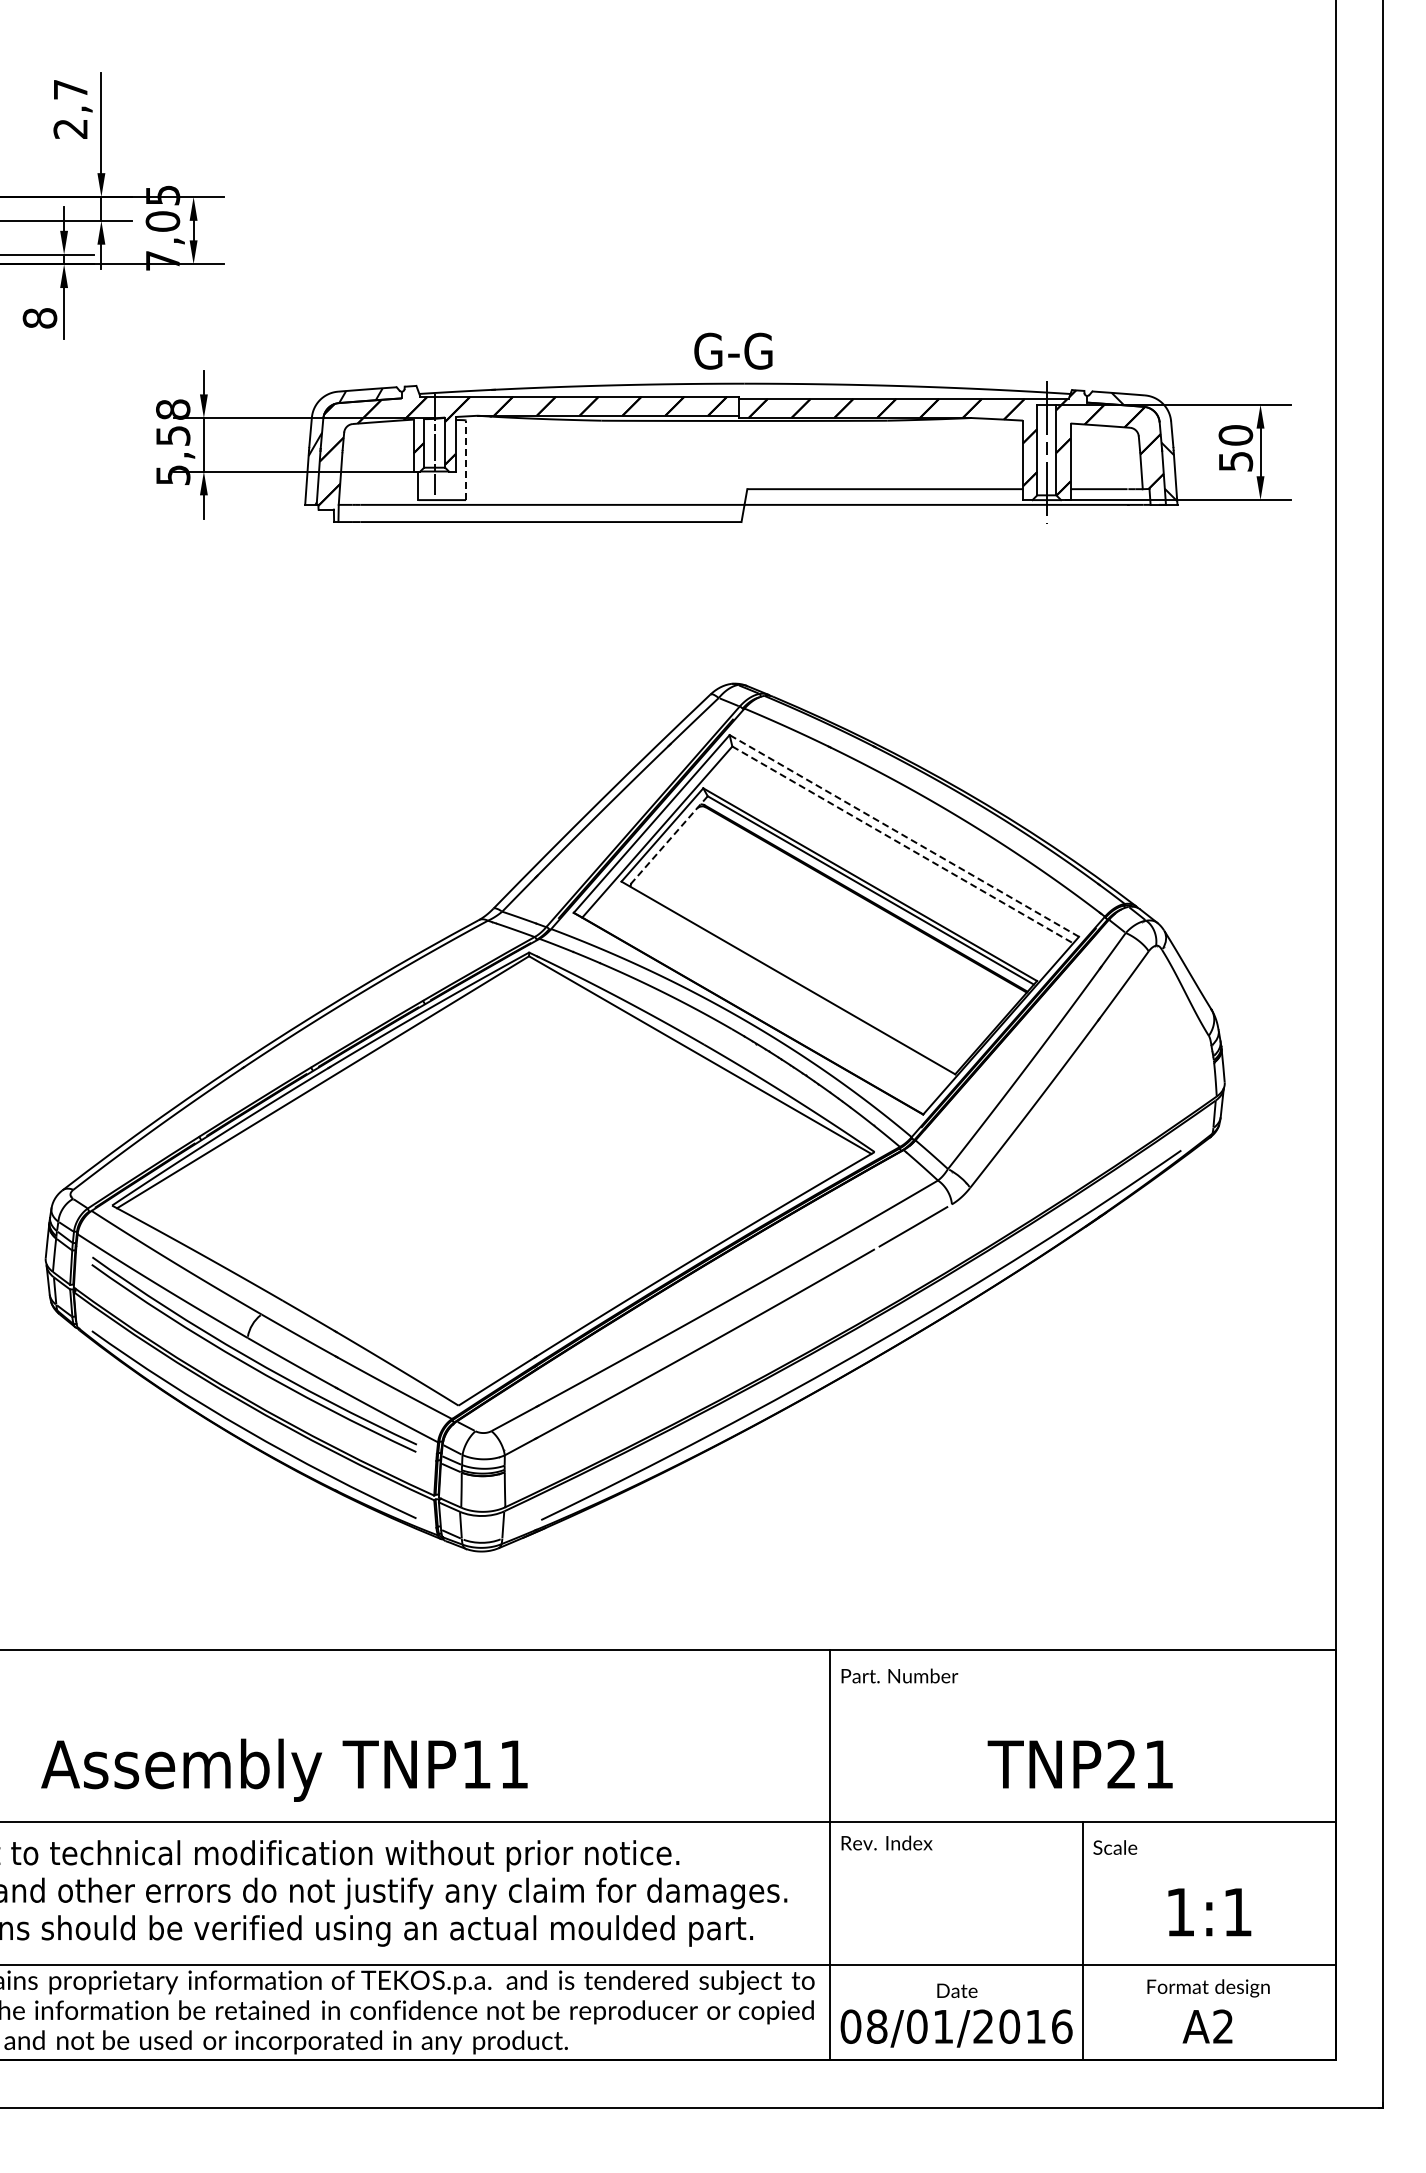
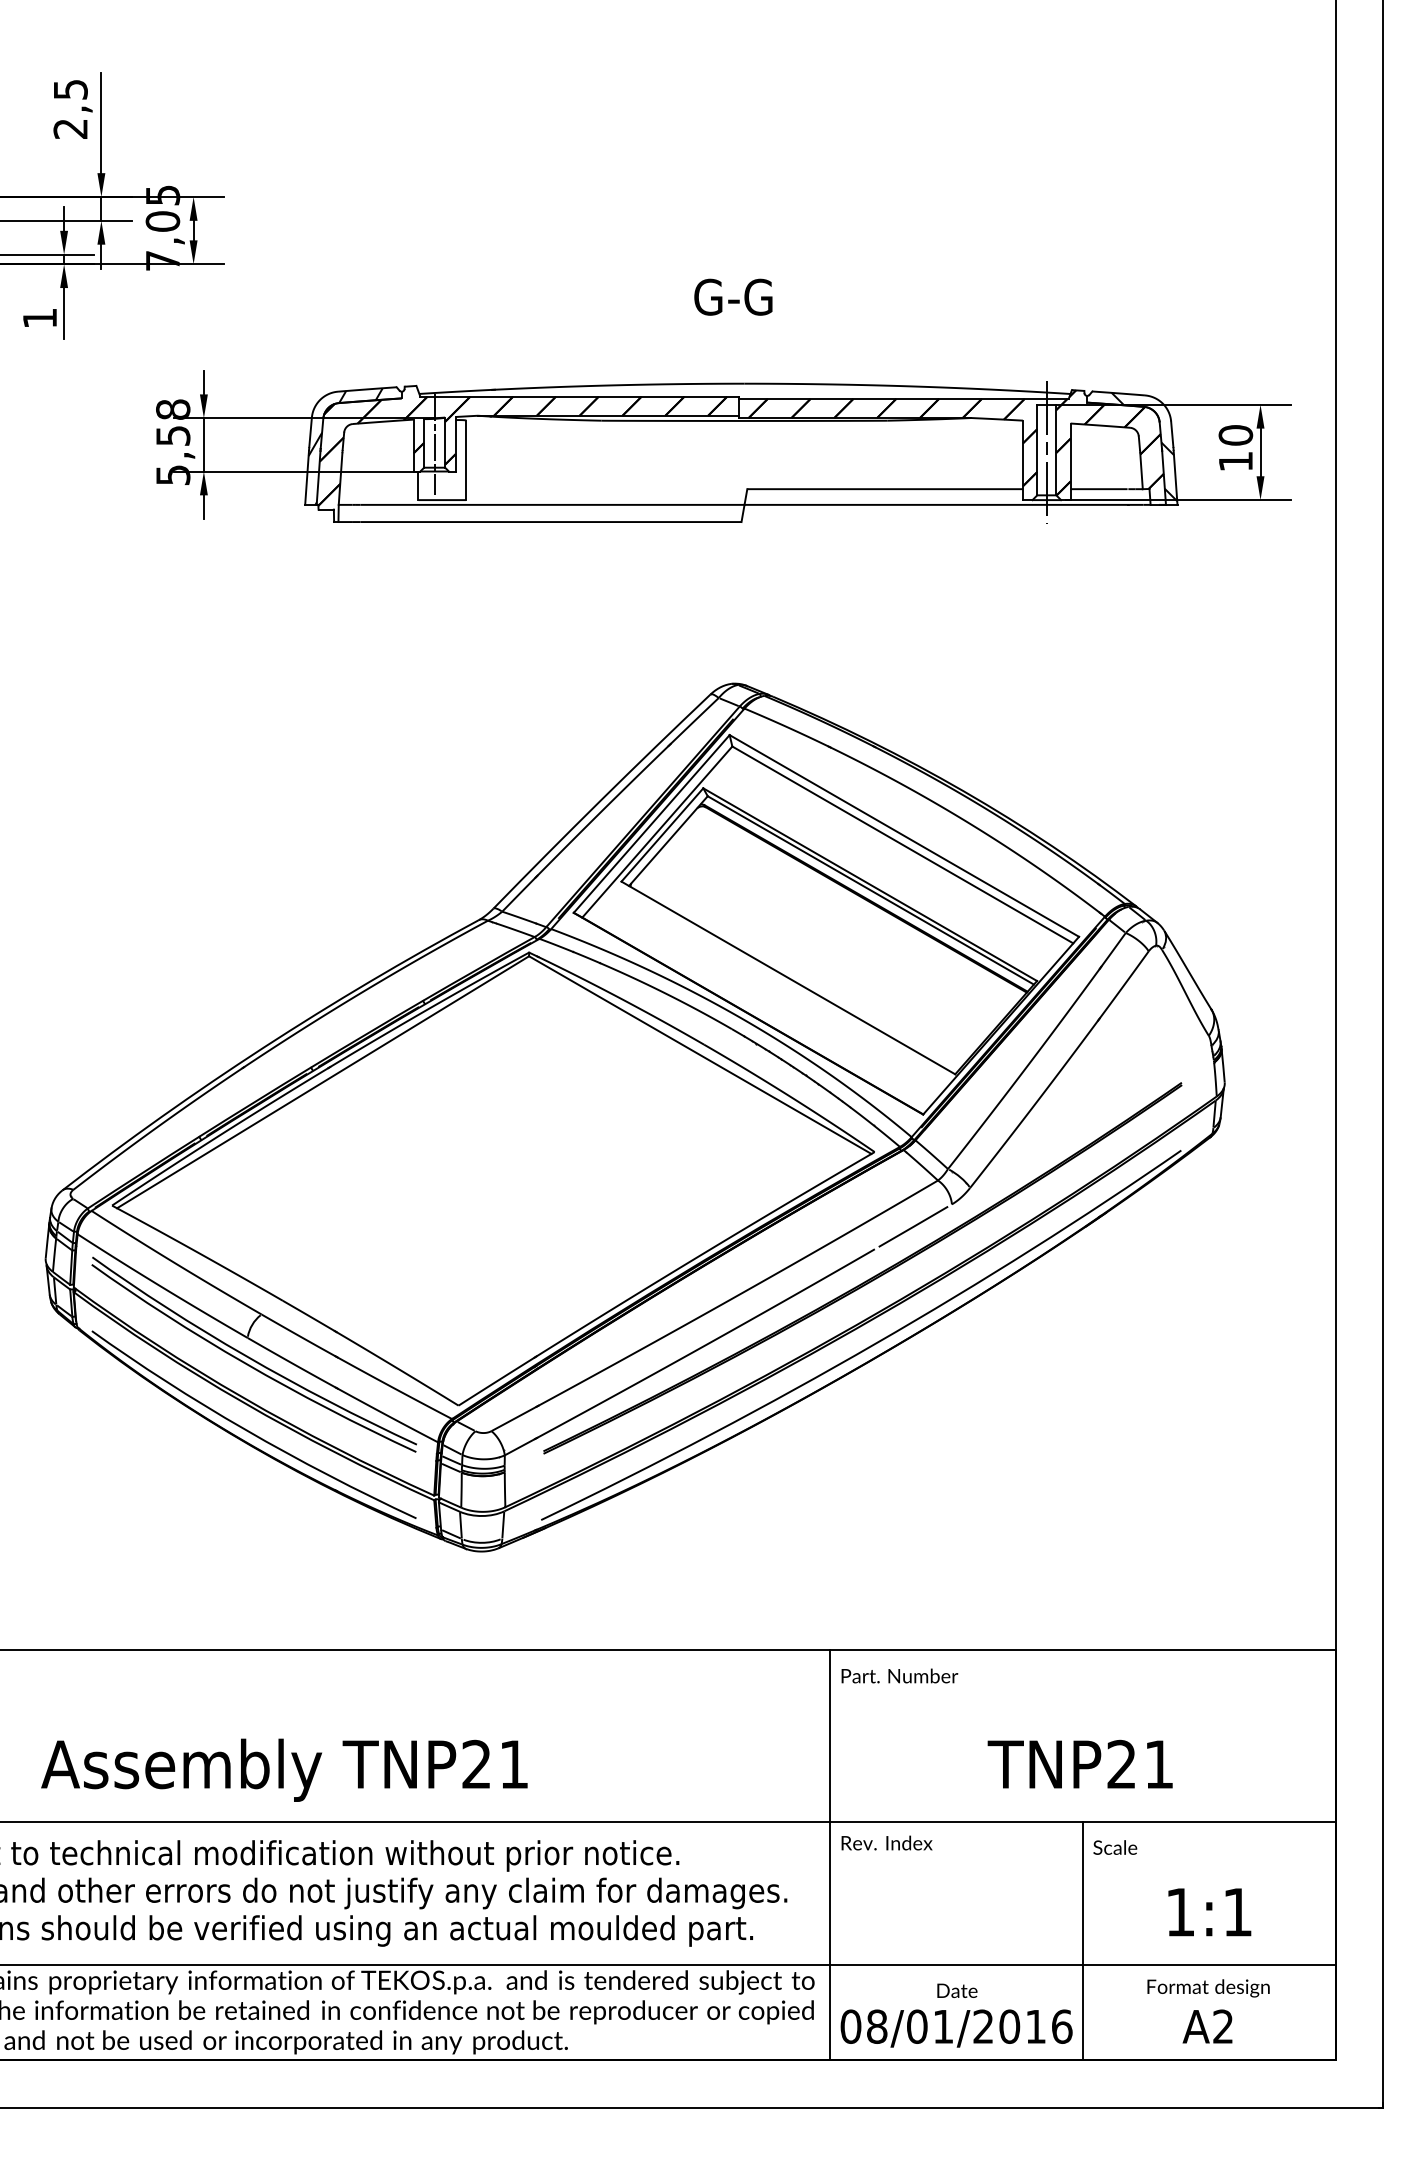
text at (70, 89): 2,7 -> 2,5
text at (39, 318): 8 -> 1
text at (733, 350) position: (733, 350) -> (733, 296)
line at (466, 460): dashed -> solid
text at (1236, 461): 50 -> 10
line at (904, 835): dashed -> solid
line at (668, 841): dashed -> solid
line at (902, 844): dashed -> solid
part at (867, 1279): none -> present
text at (476, 1763): TNP11 -> TNP21
